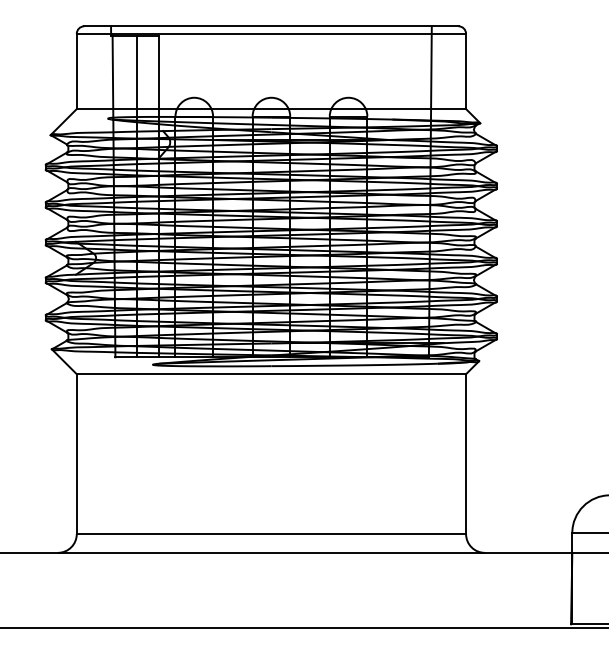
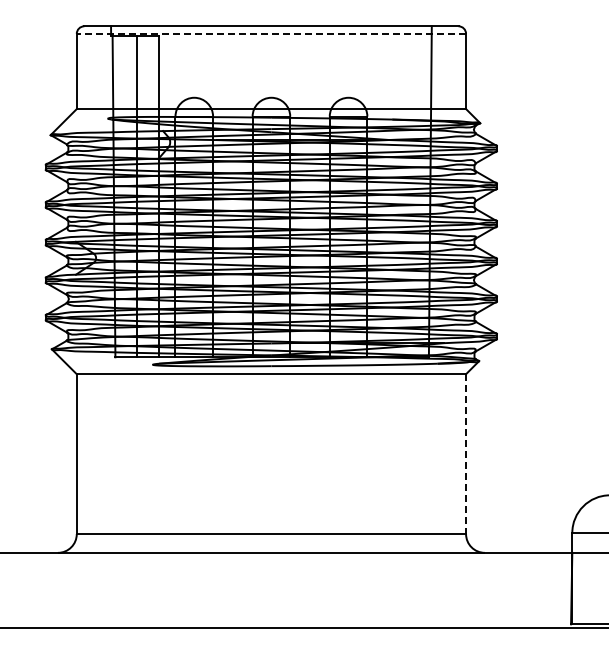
line at (271, 33): solid -> dashed
line at (466, 454): solid -> dashed
